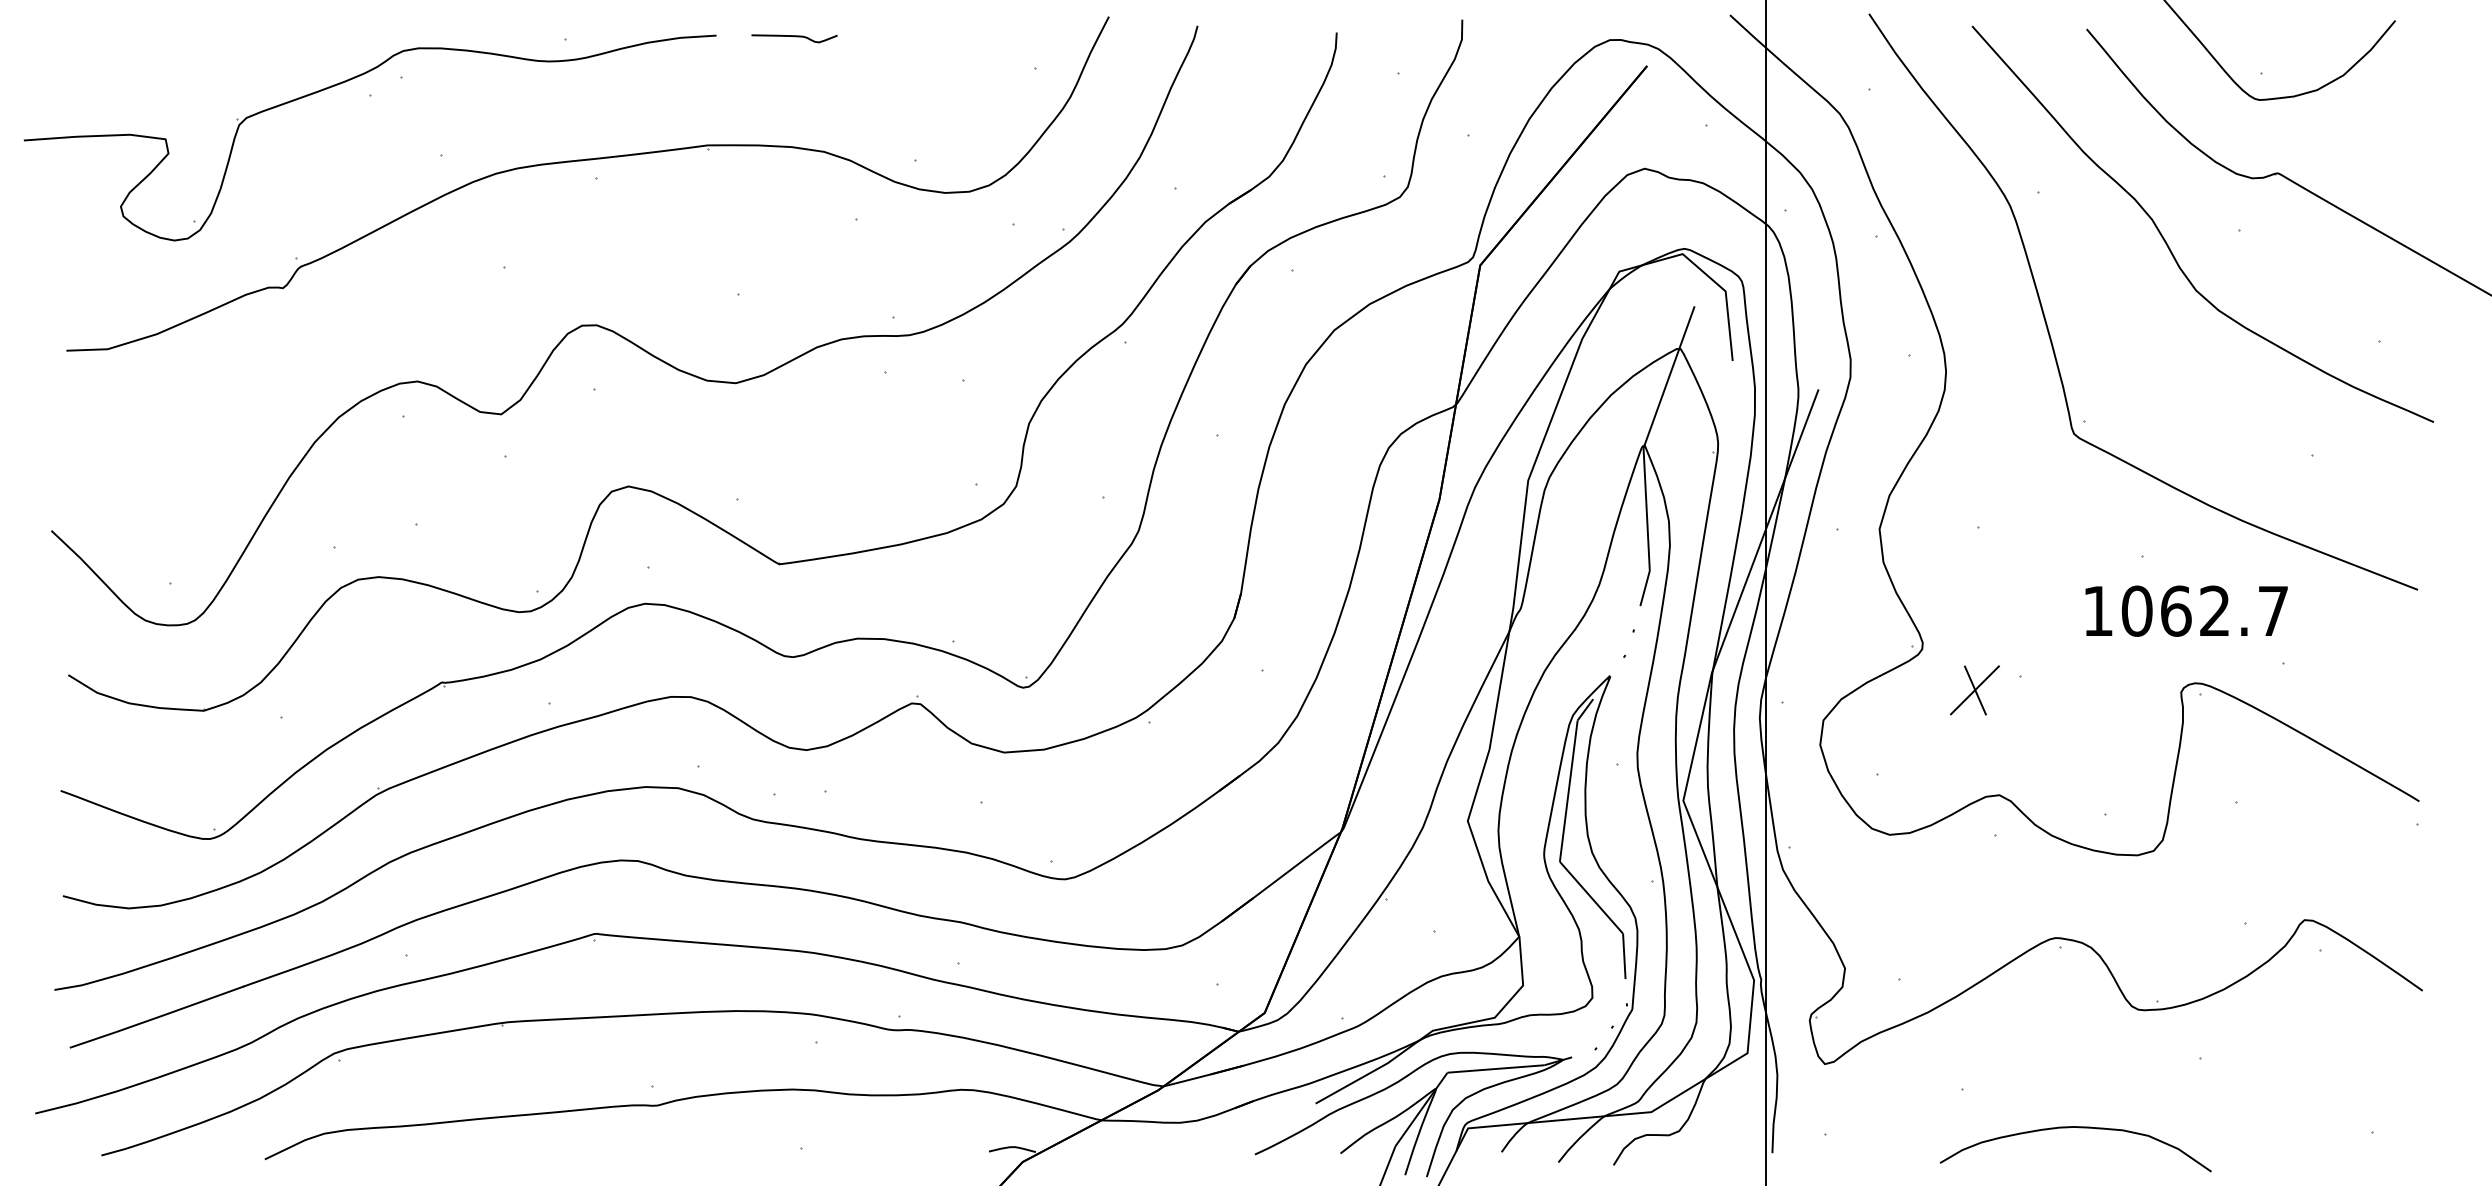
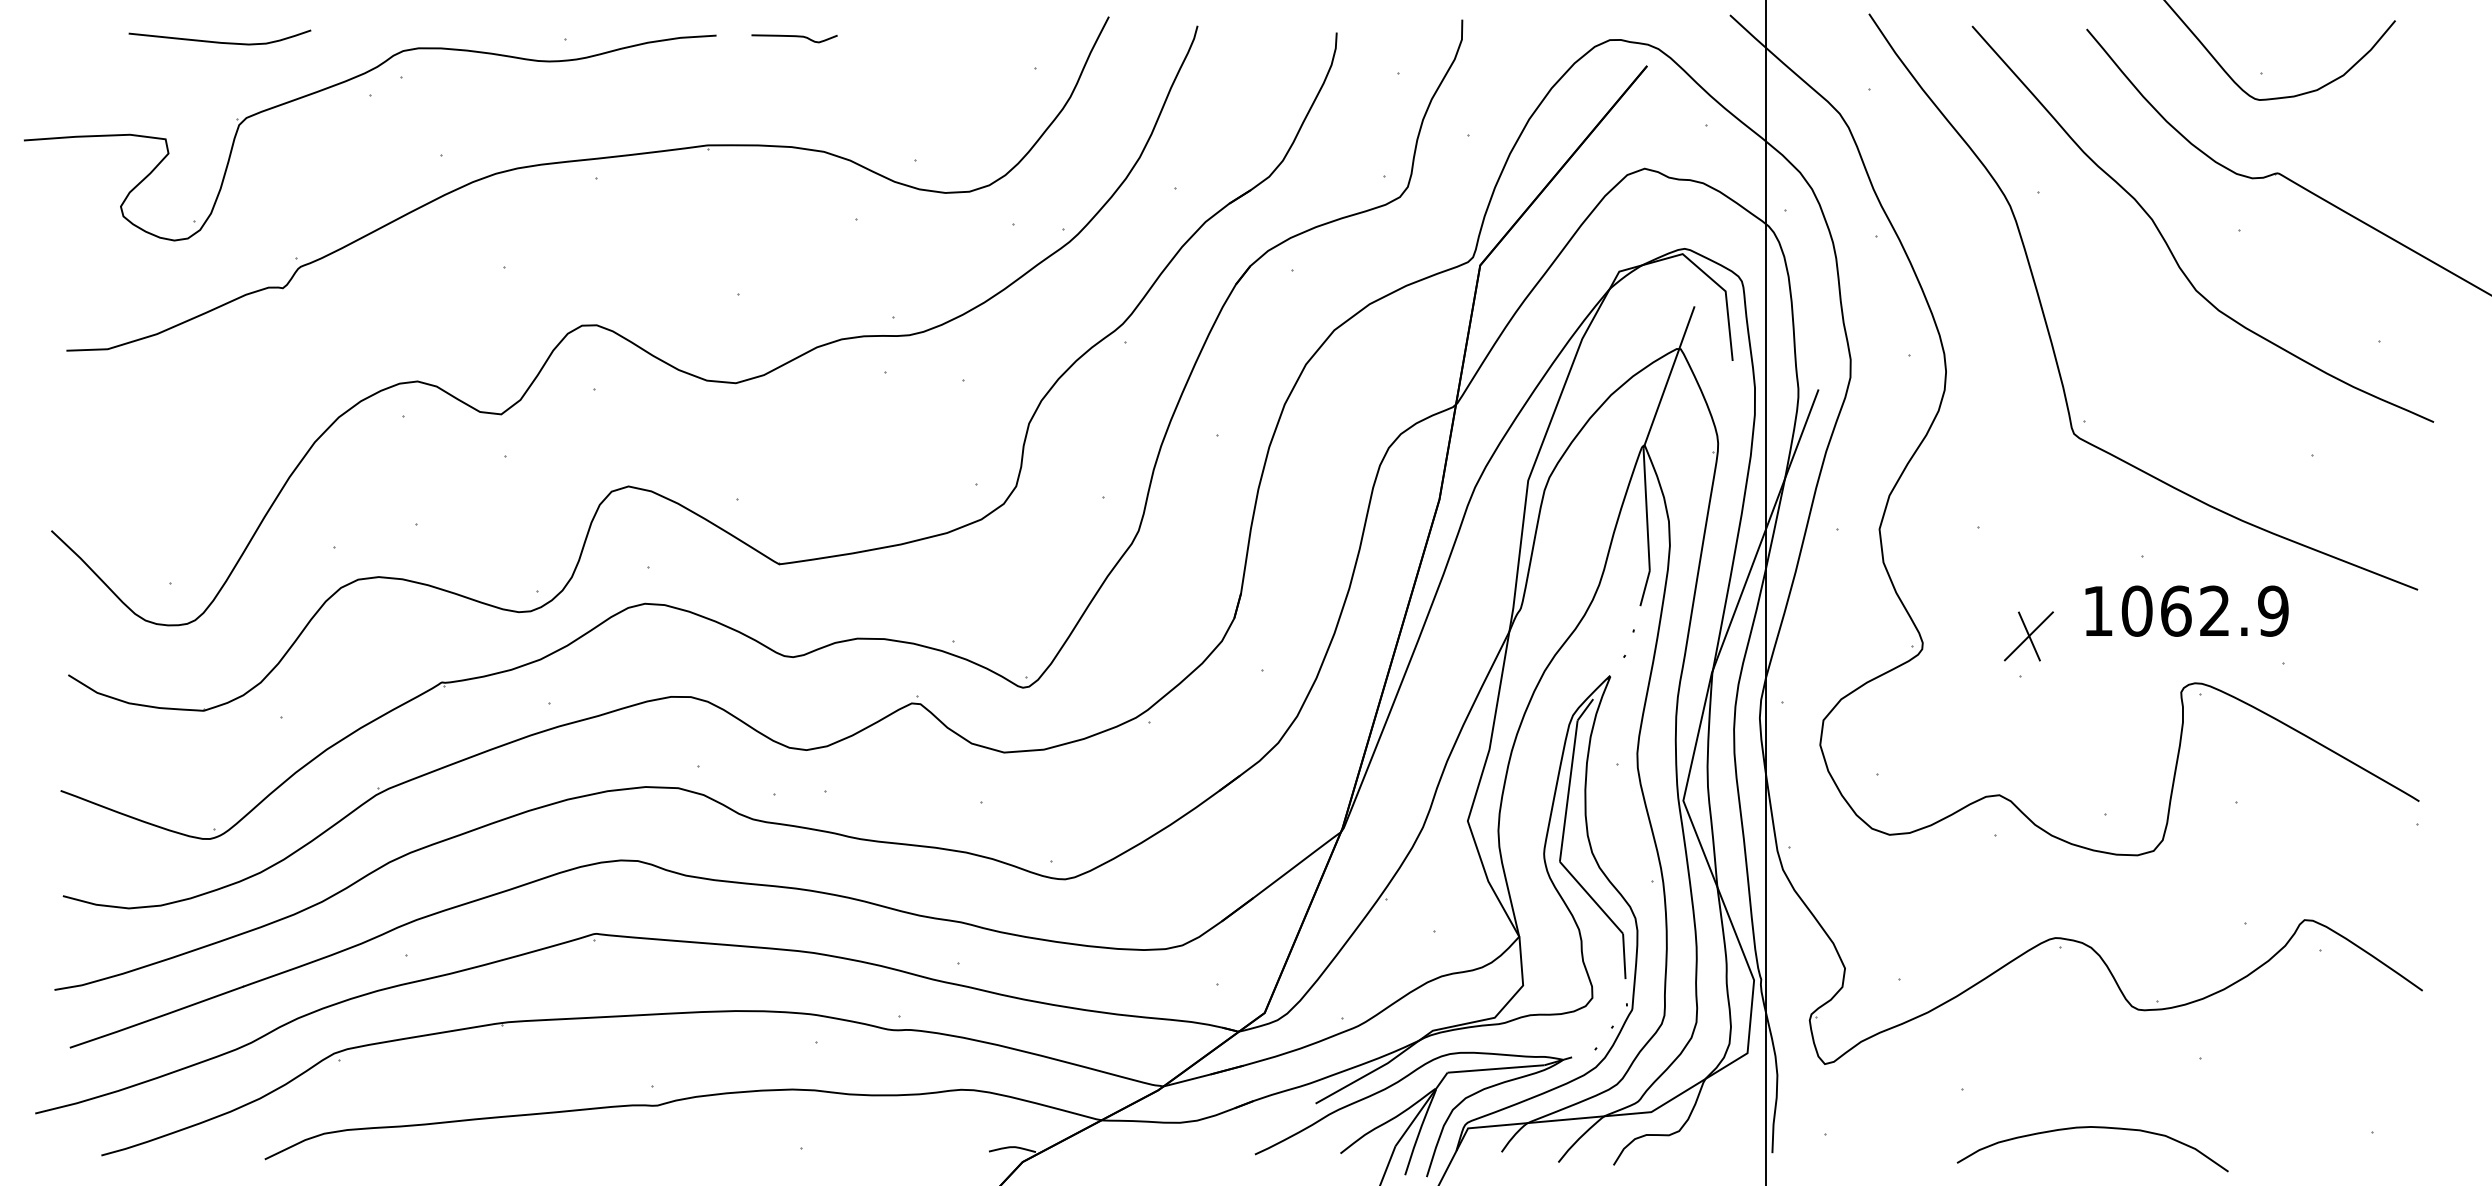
curve at (219, 41): none -> present
text at (2273, 610): 1062.7 -> 1062.9
part at (1974, 690) position: (1974, 690) -> (2028, 636)
curve at (2079, 1128) position: (2079, 1128) -> (2096, 1128)
